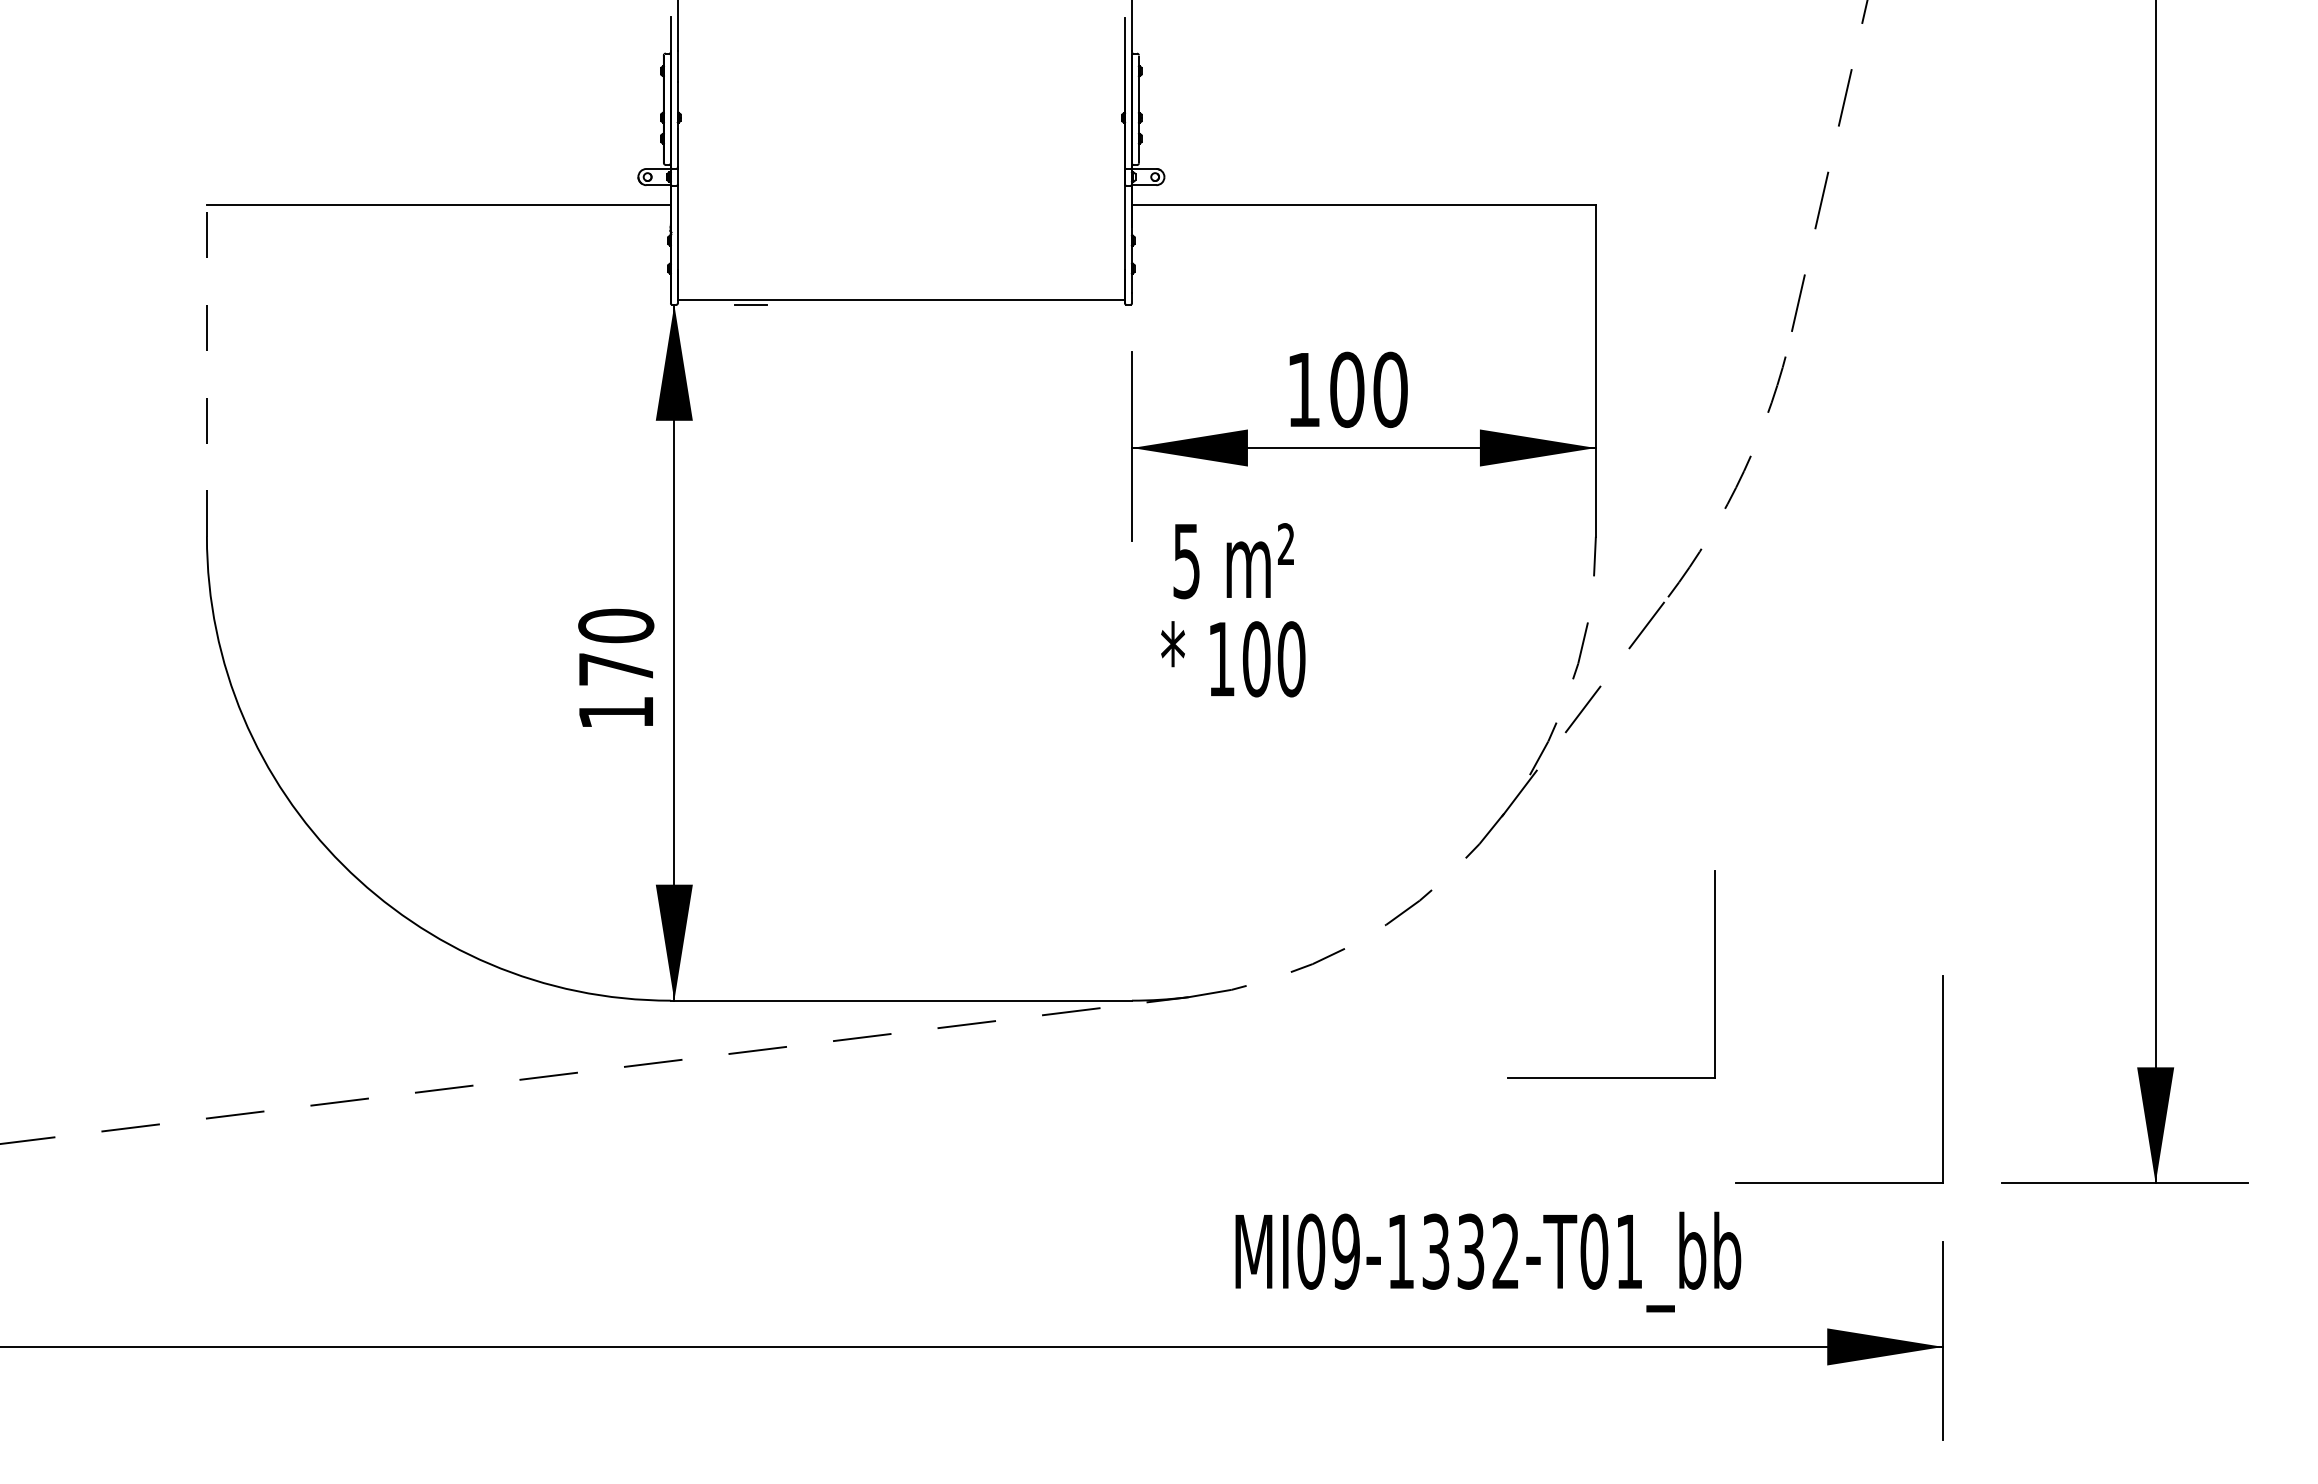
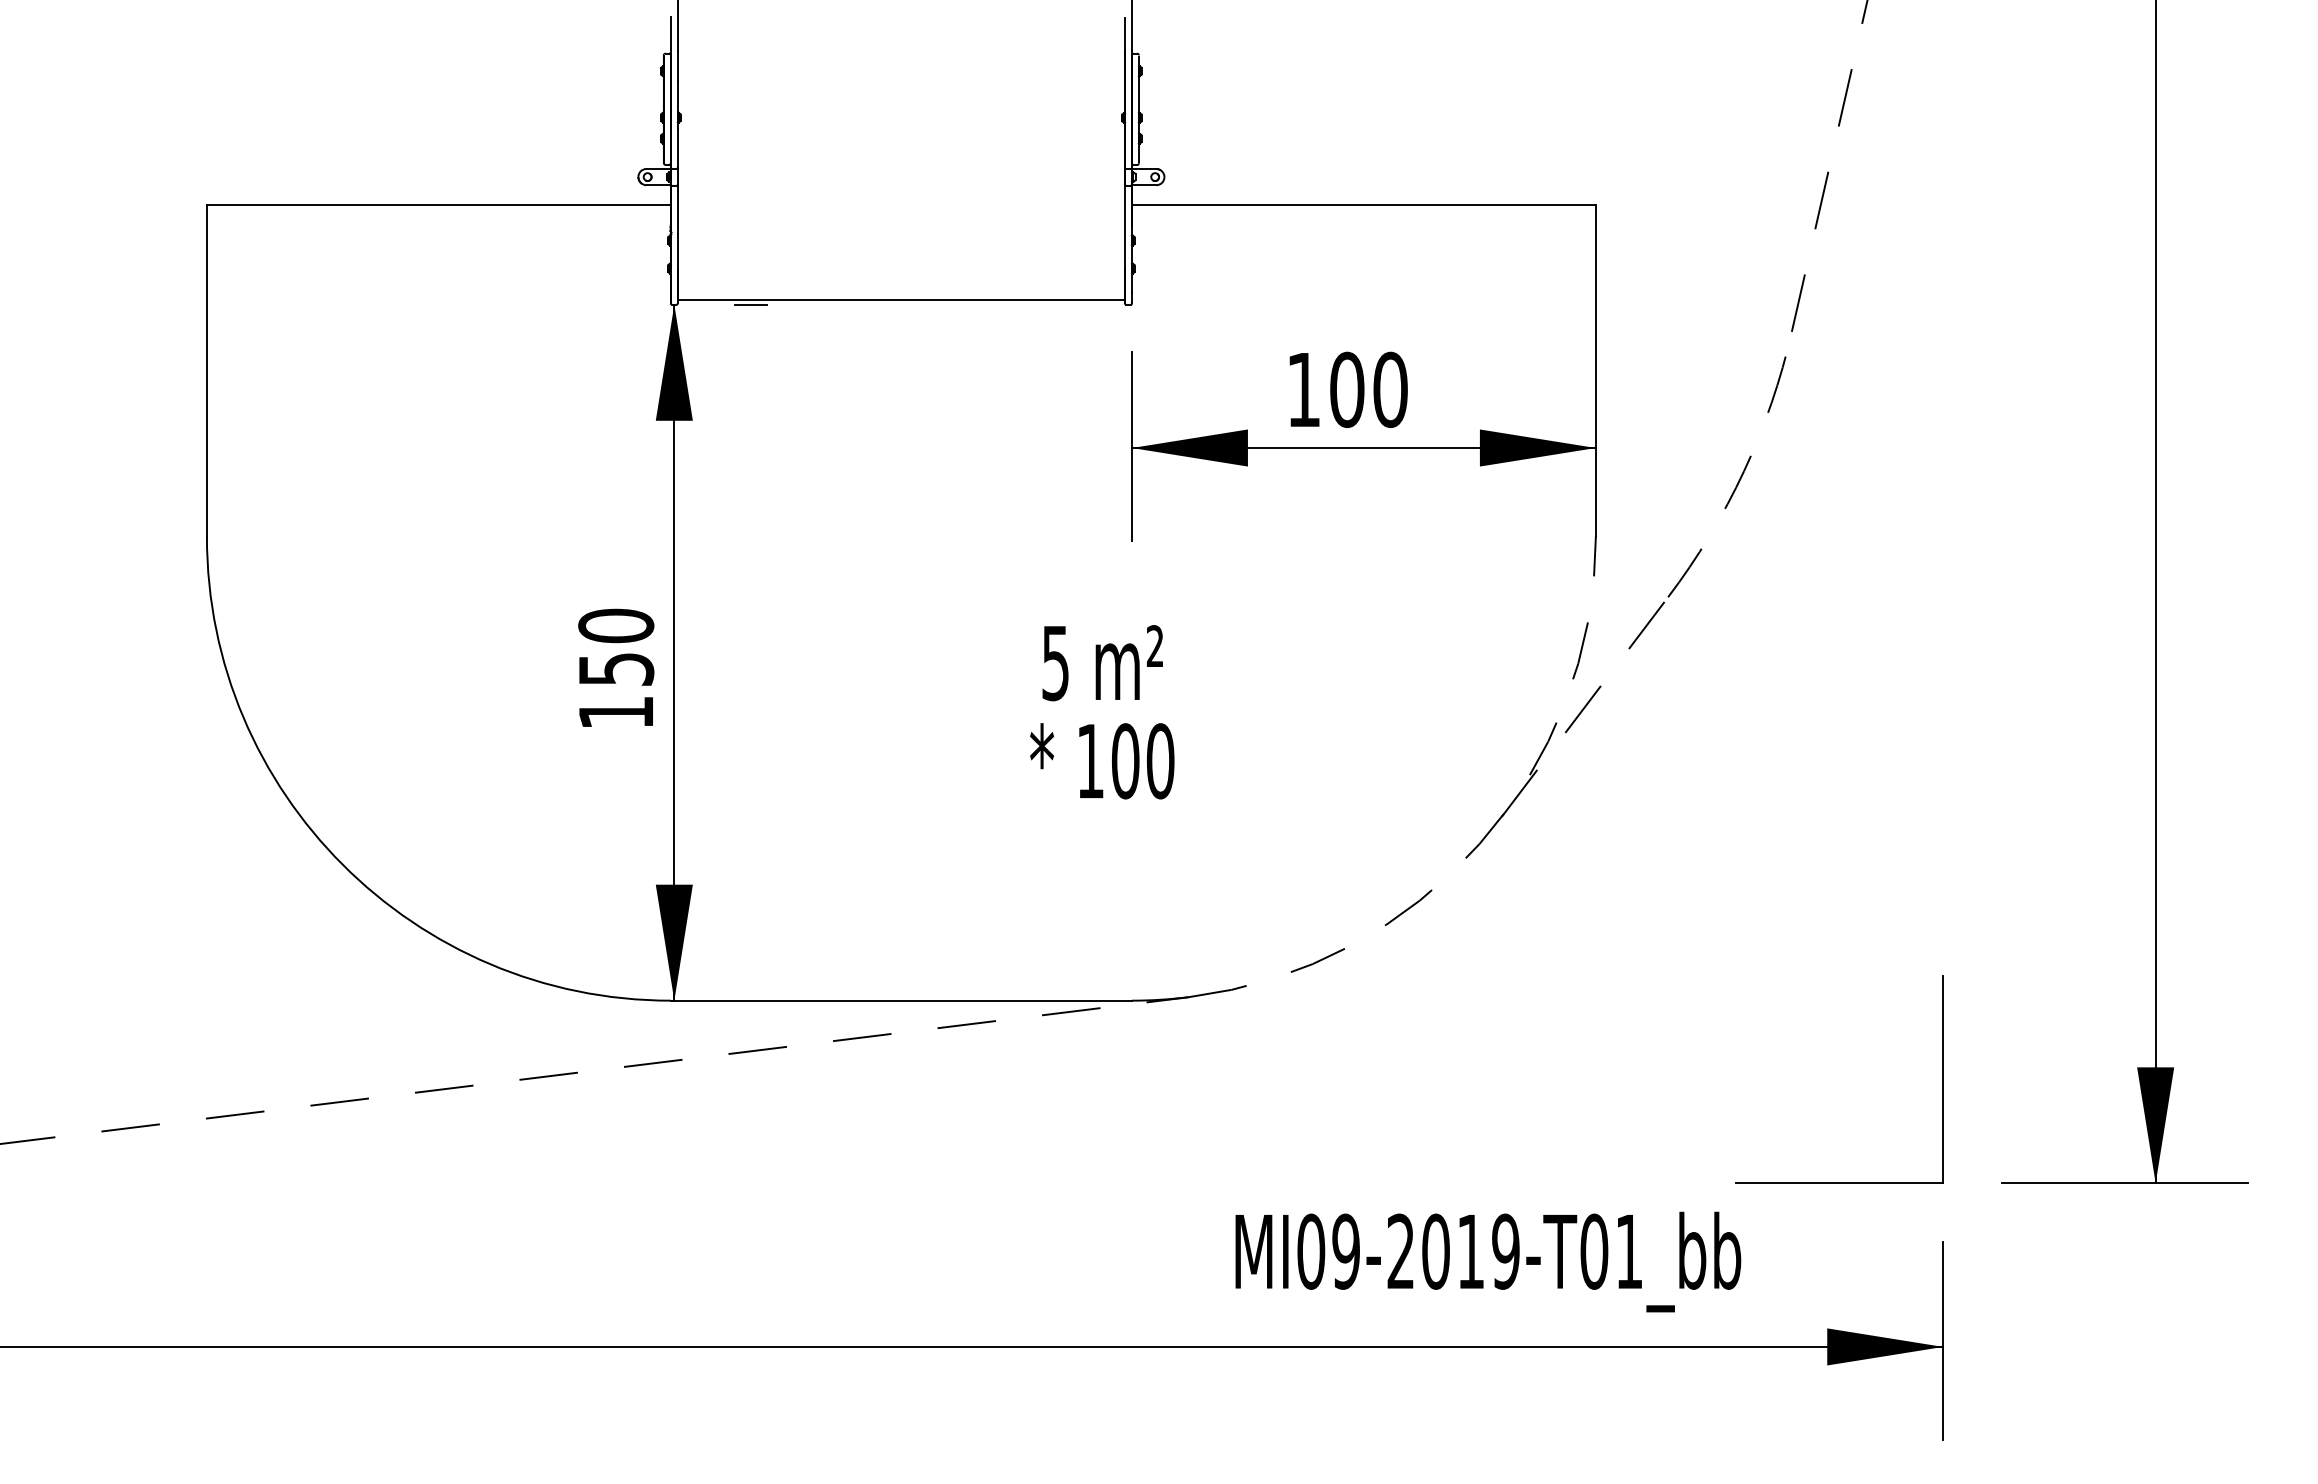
line at (206, 370): dashed -> solid
text at (1233, 610) position: (1233, 610) -> (1102, 712)
text at (616, 669): 170 -> 150
part at (1714, 974): present -> none
text at (1453, 1251): MI09-1332-T01_bb -> MI09-2019-T01_bb
